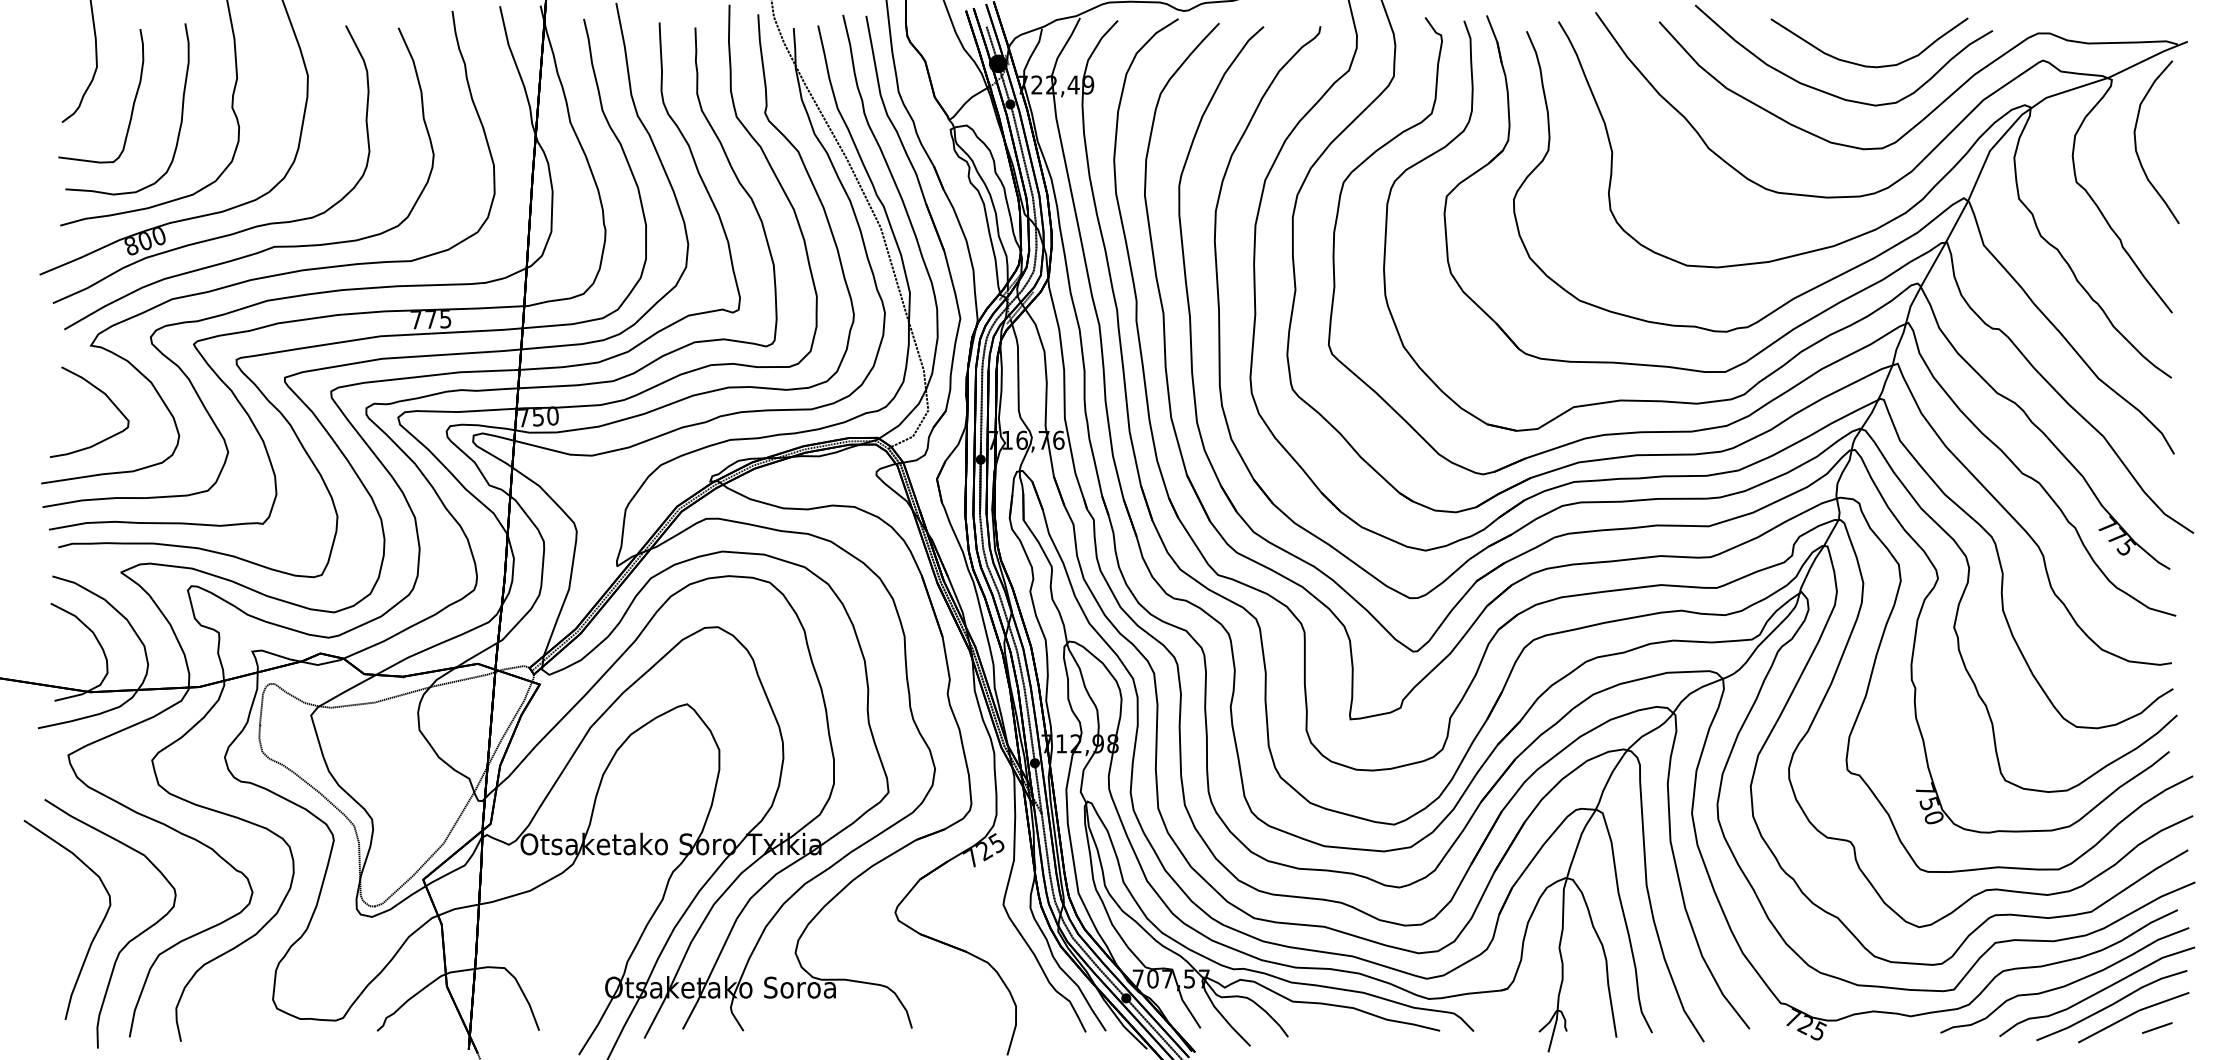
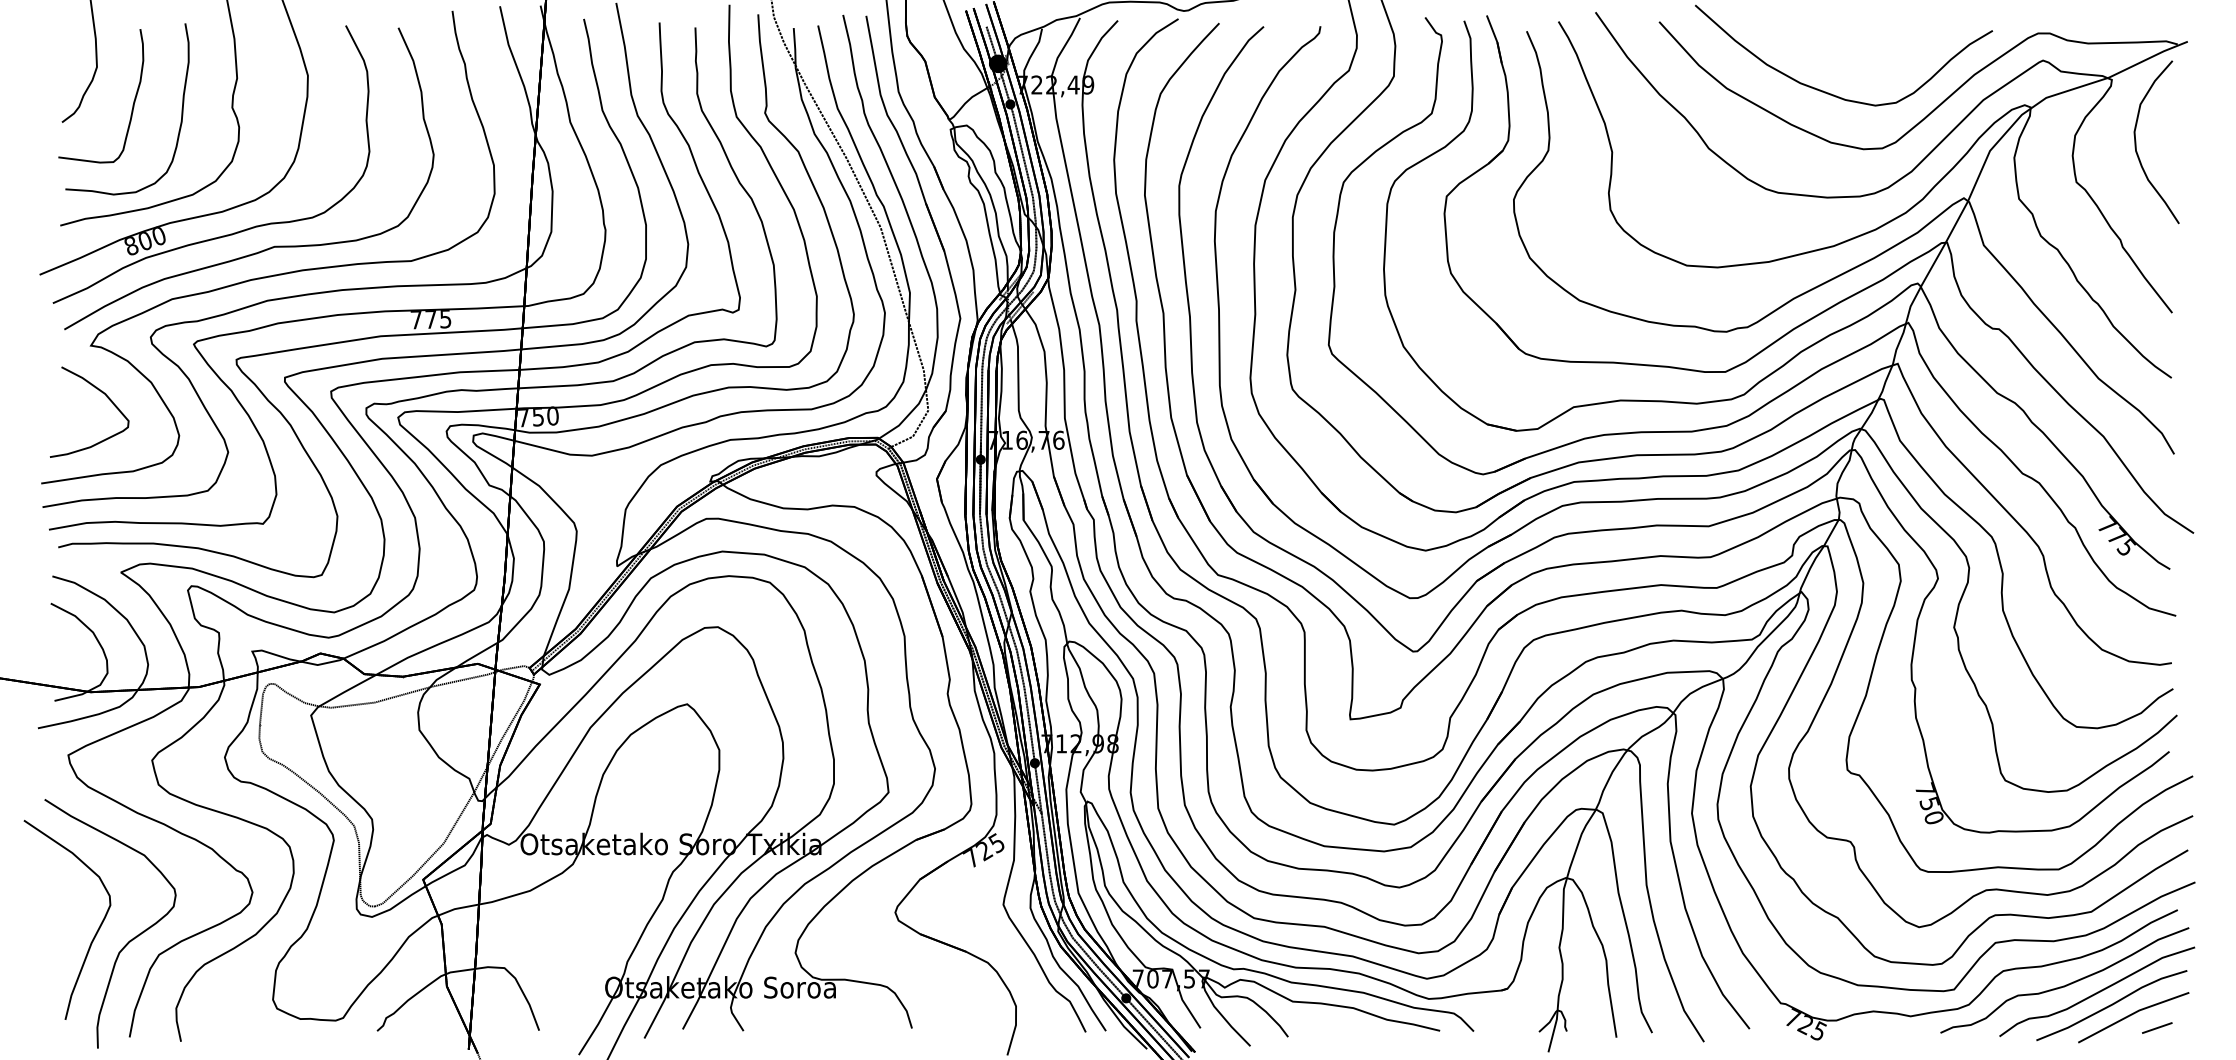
part at (1869, 65): present -> none
